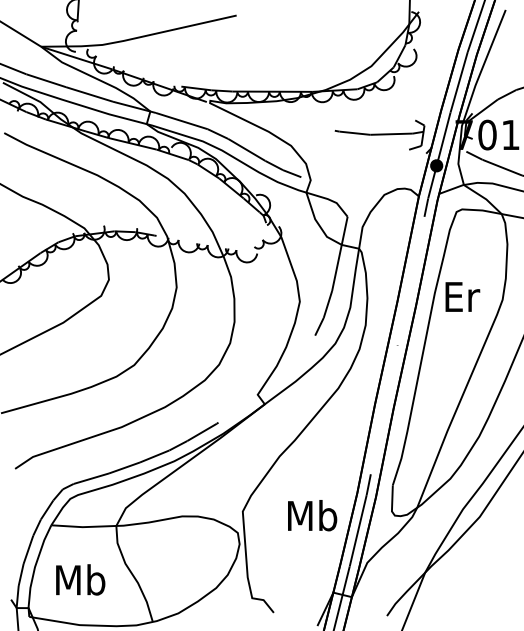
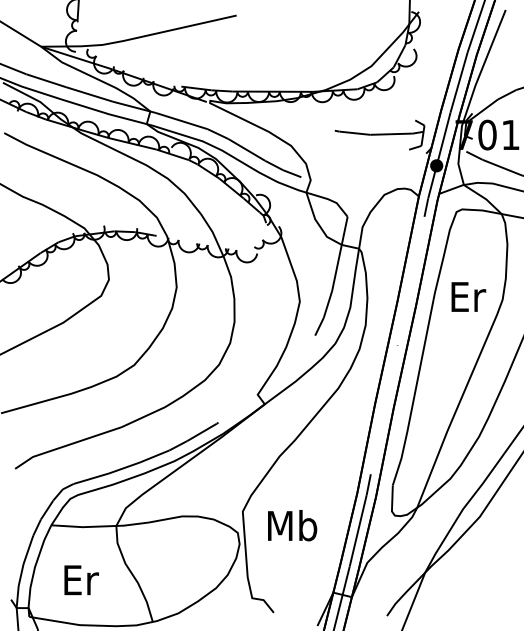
text at (462, 296) position: (462, 296) -> (468, 296)
text at (312, 515) position: (312, 515) -> (292, 525)
text at (80, 579): Mb -> Er
